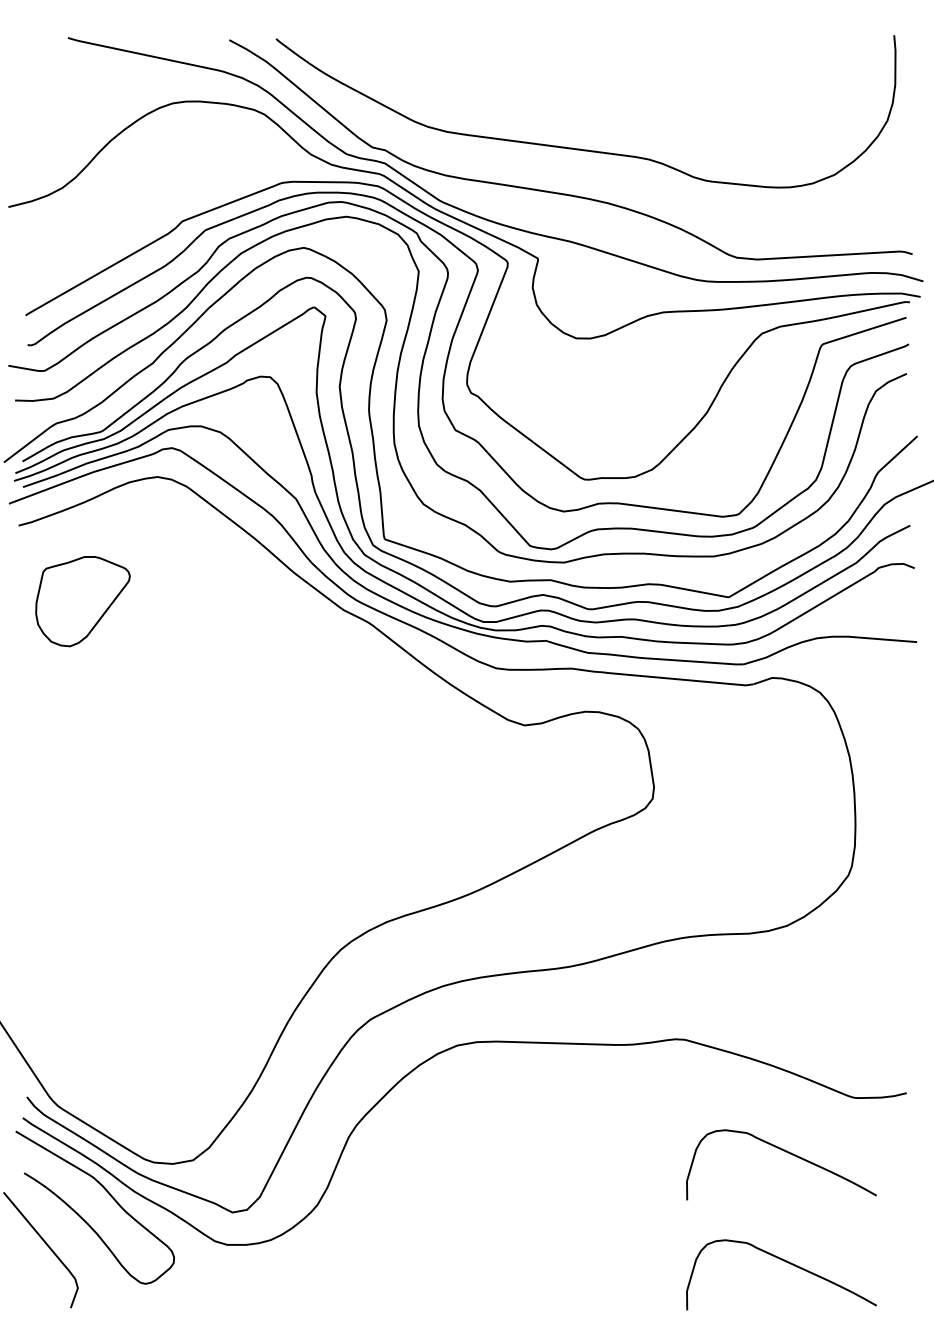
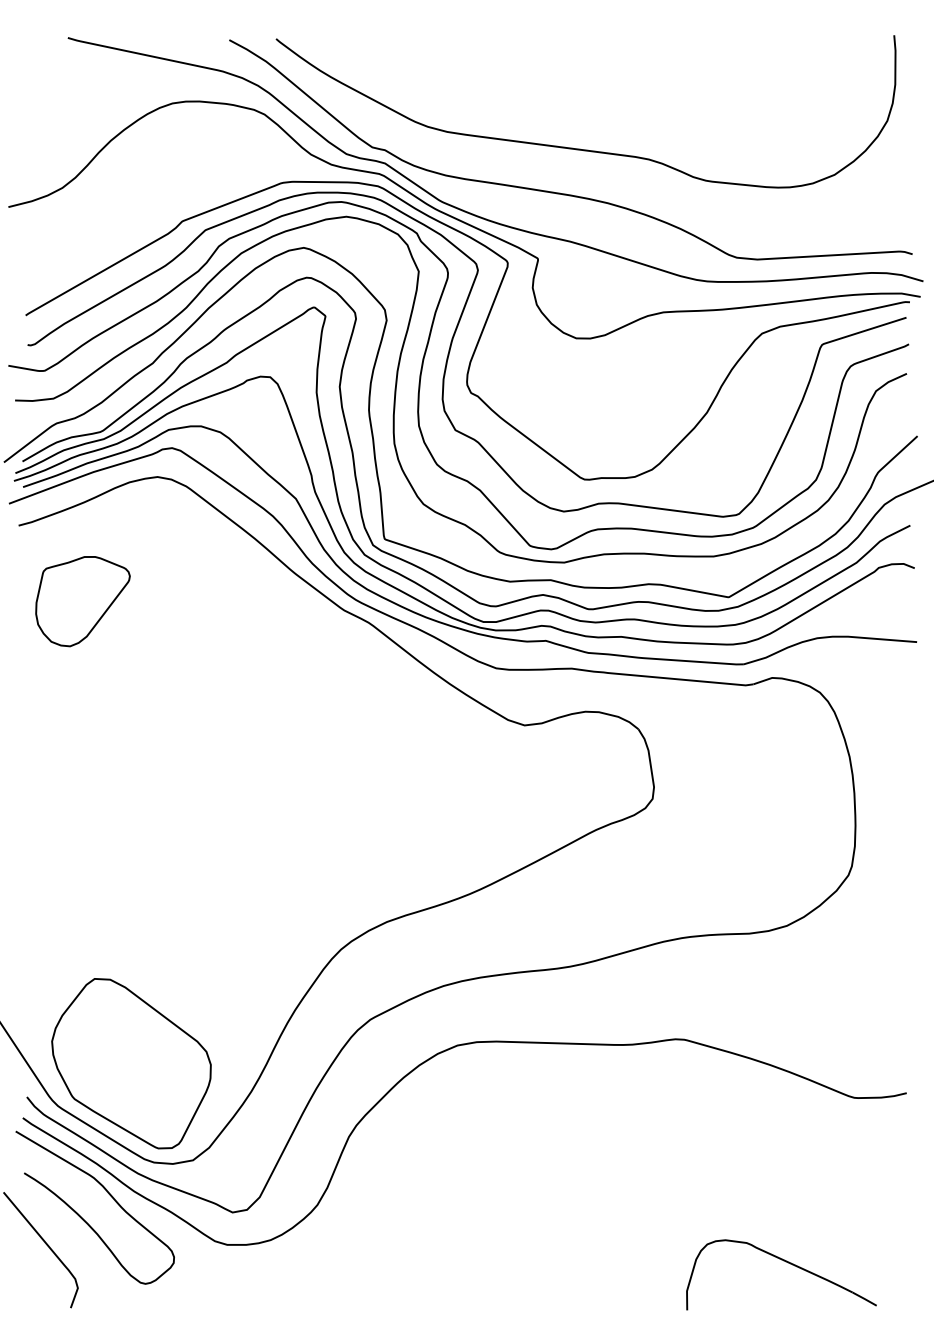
part at (131, 1063): none -> present
part at (785, 1152): present -> none
